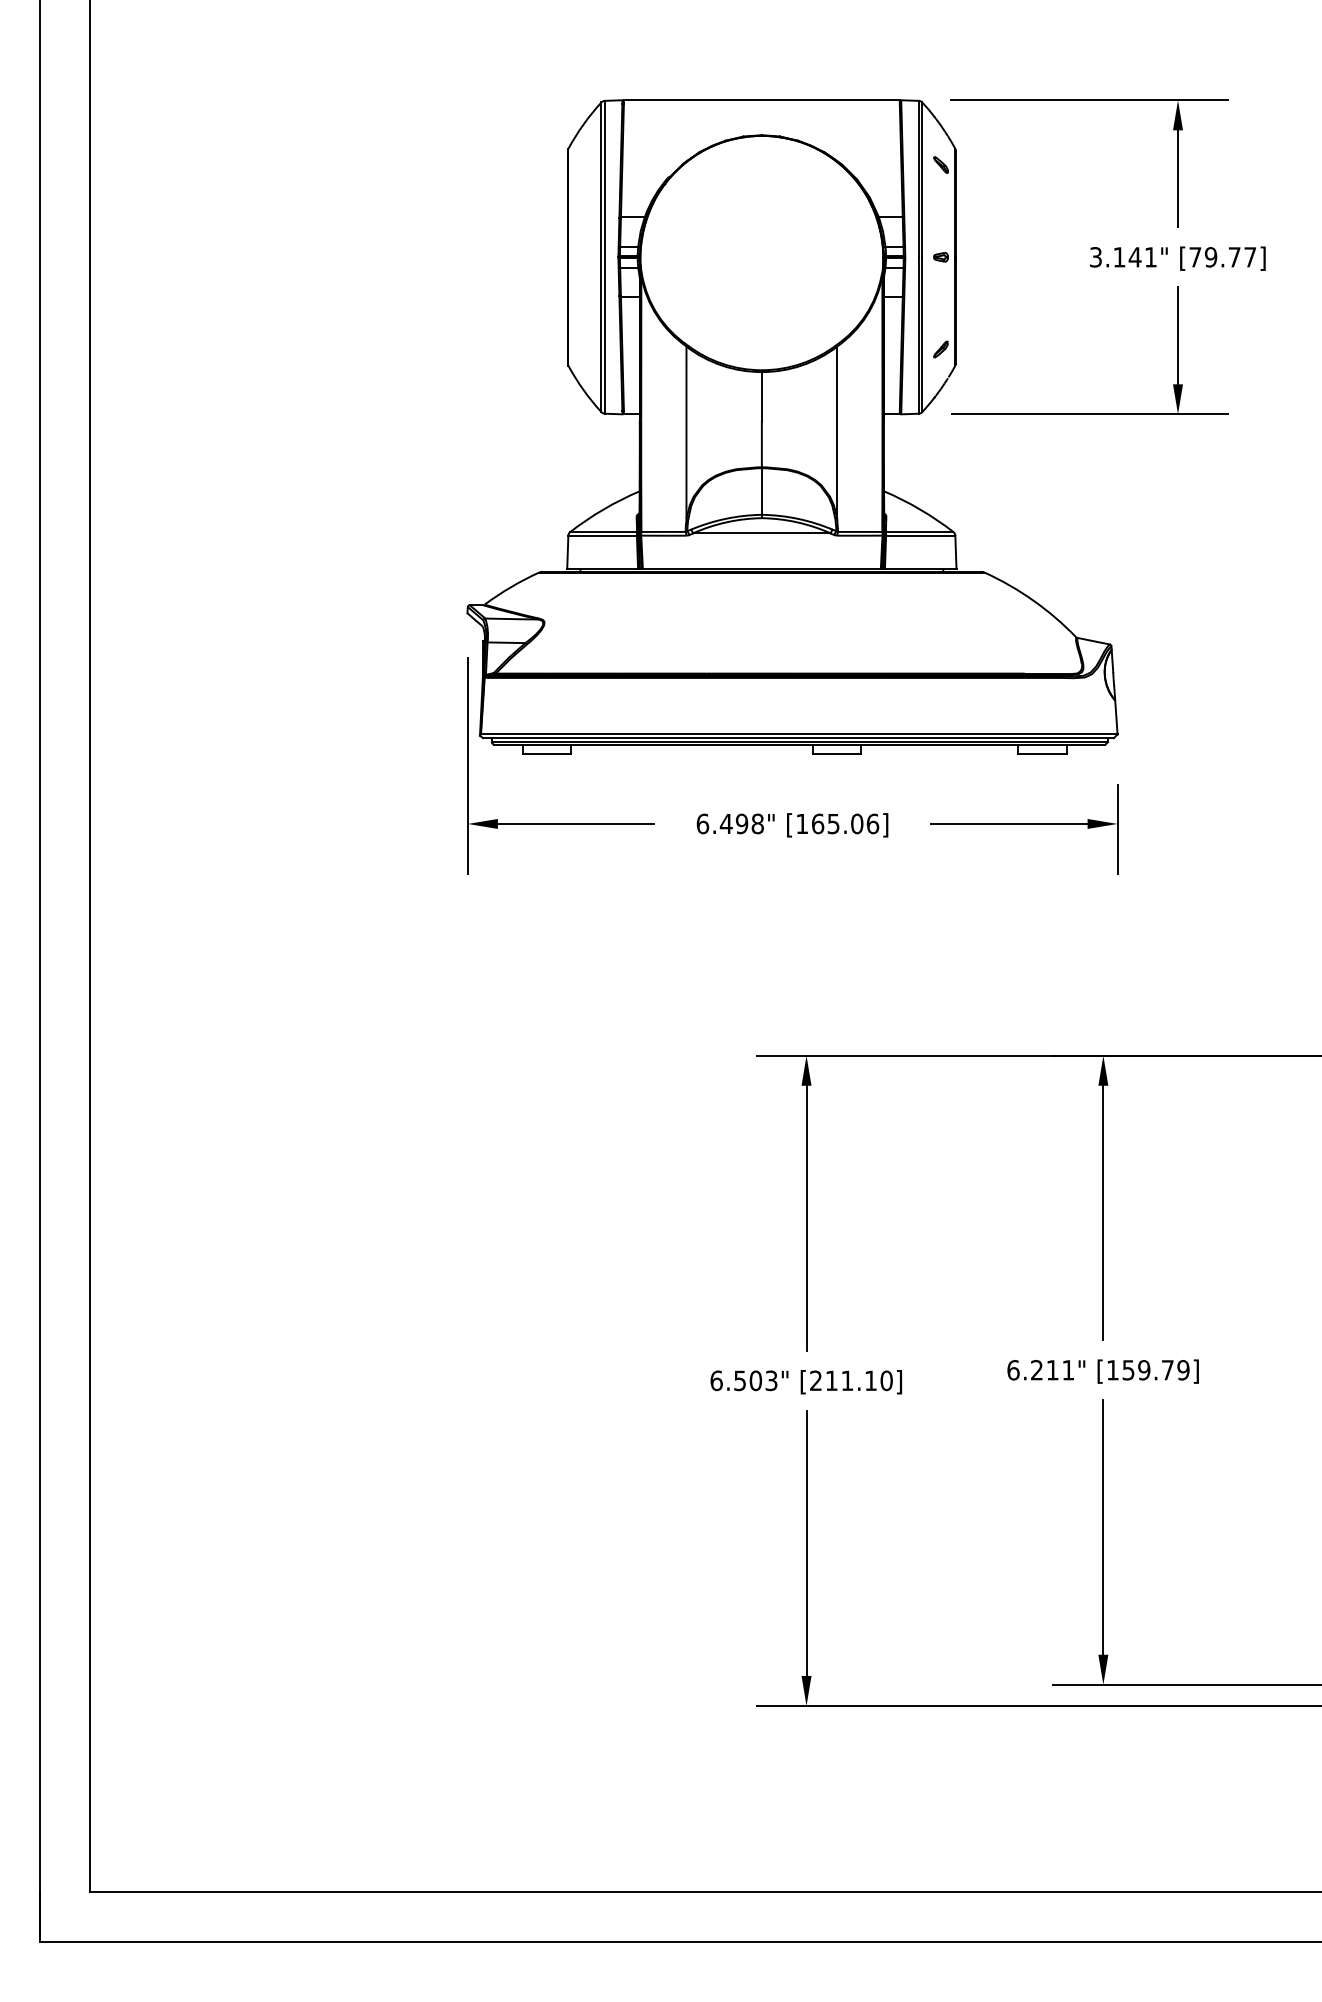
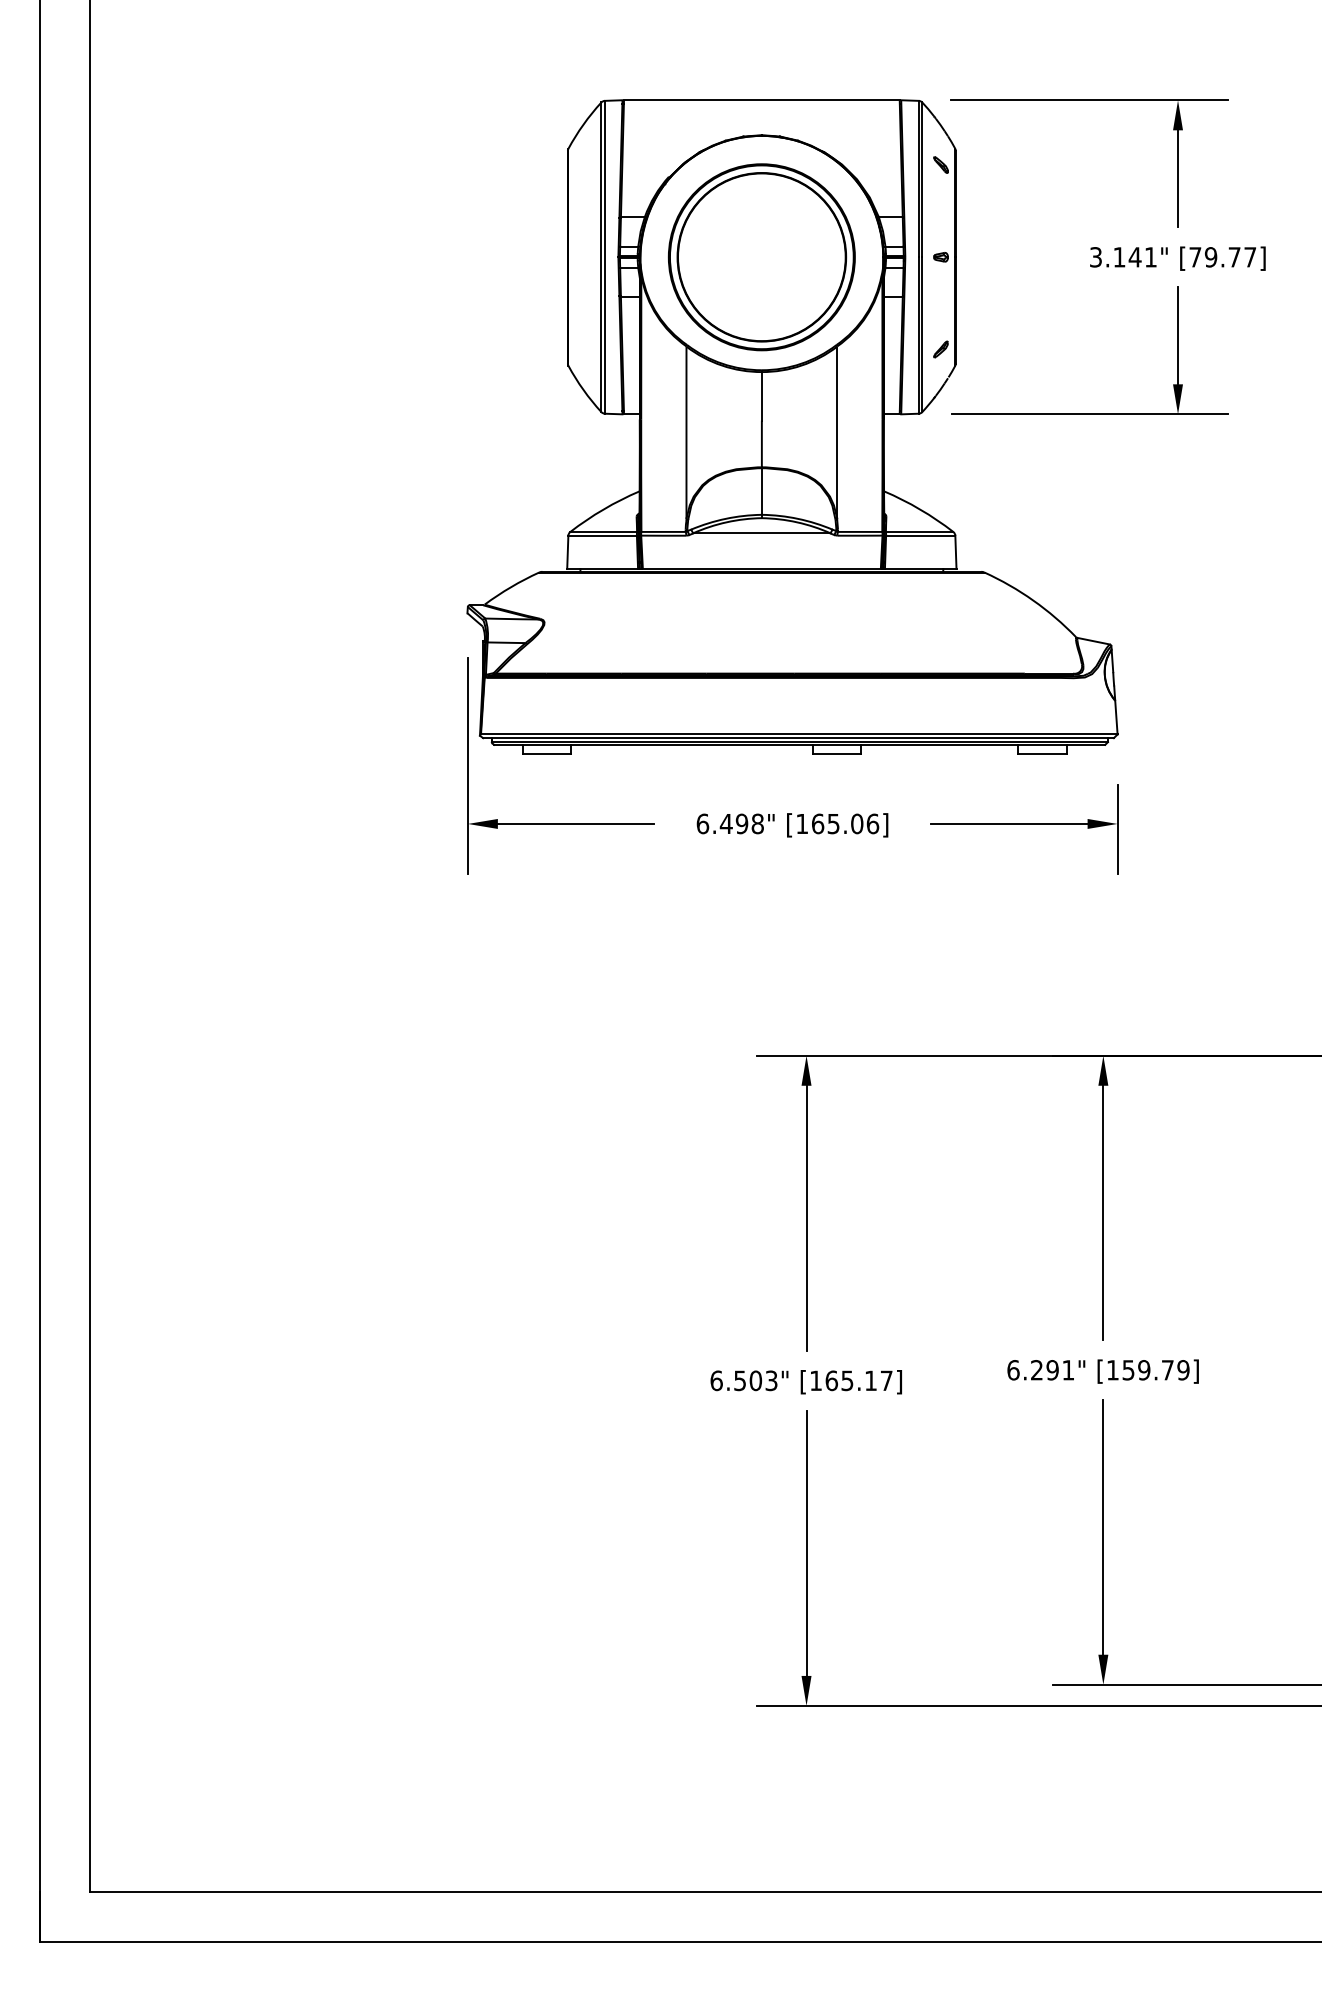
part at (761, 257): none -> present
text at (1052, 1370): 6.211" -> 6.291"
text at (851, 1380): [211.10] -> [165.17]
